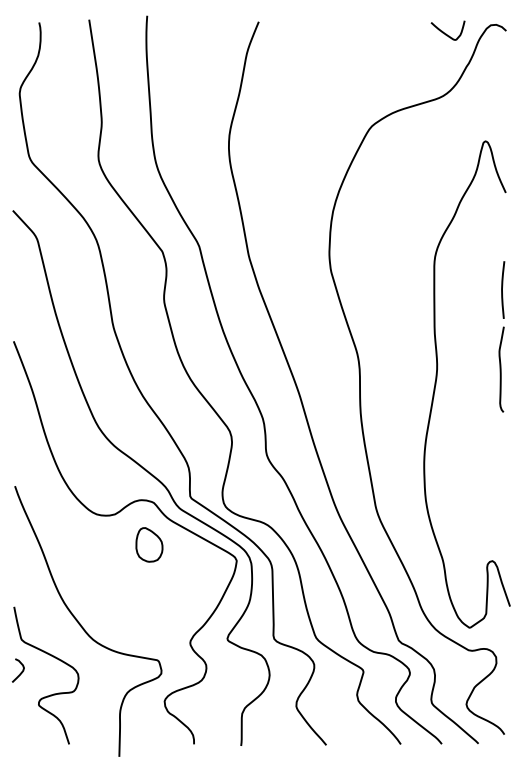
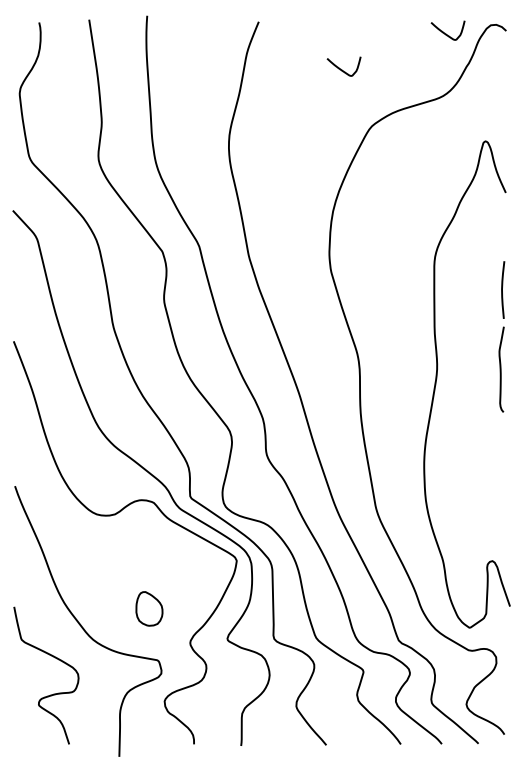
curve at (342, 69): none -> present
part at (149, 544) position: (149, 544) -> (149, 608)
curve at (20, 672): present -> none
